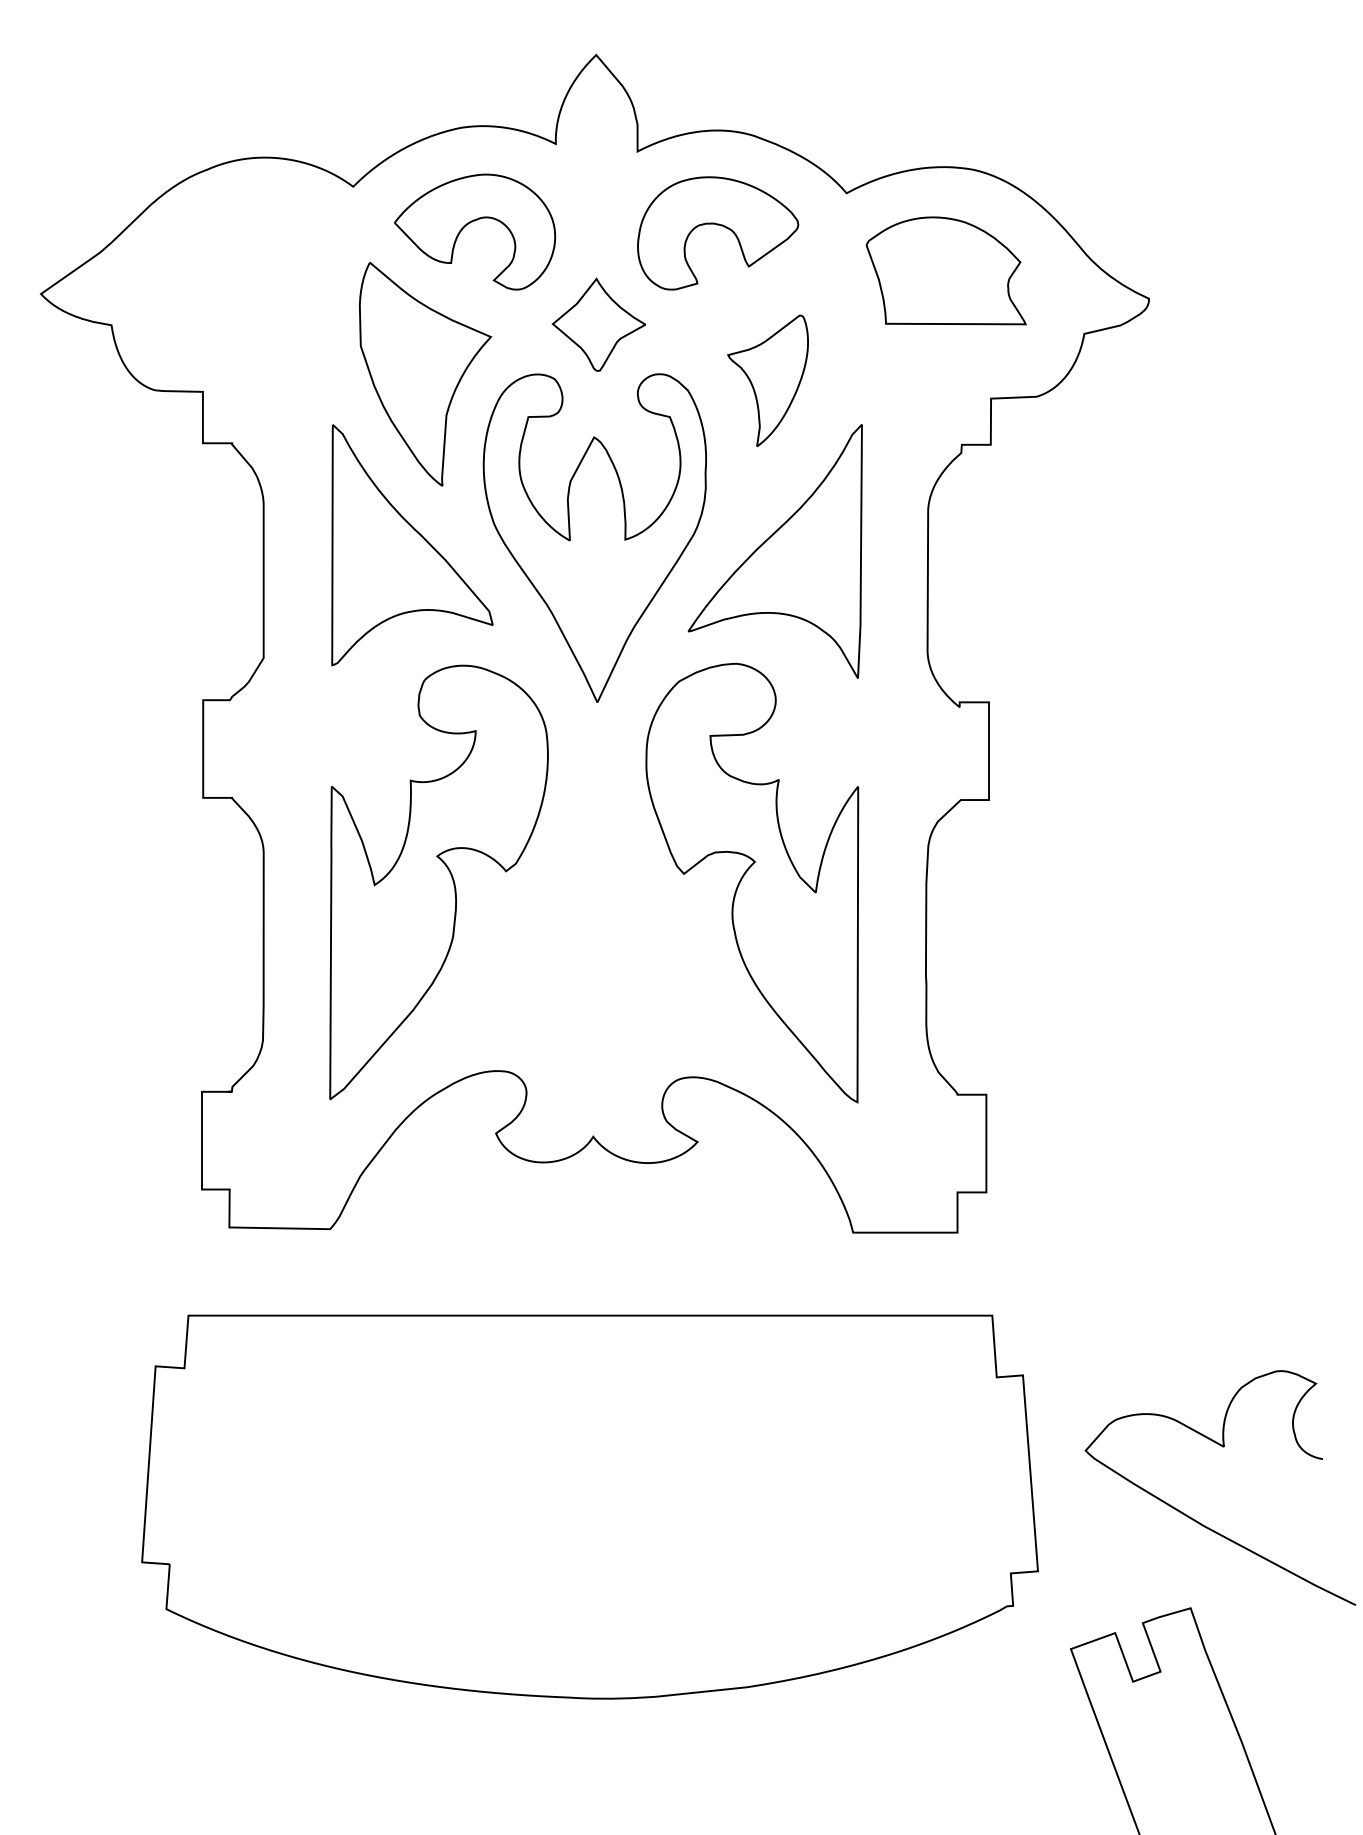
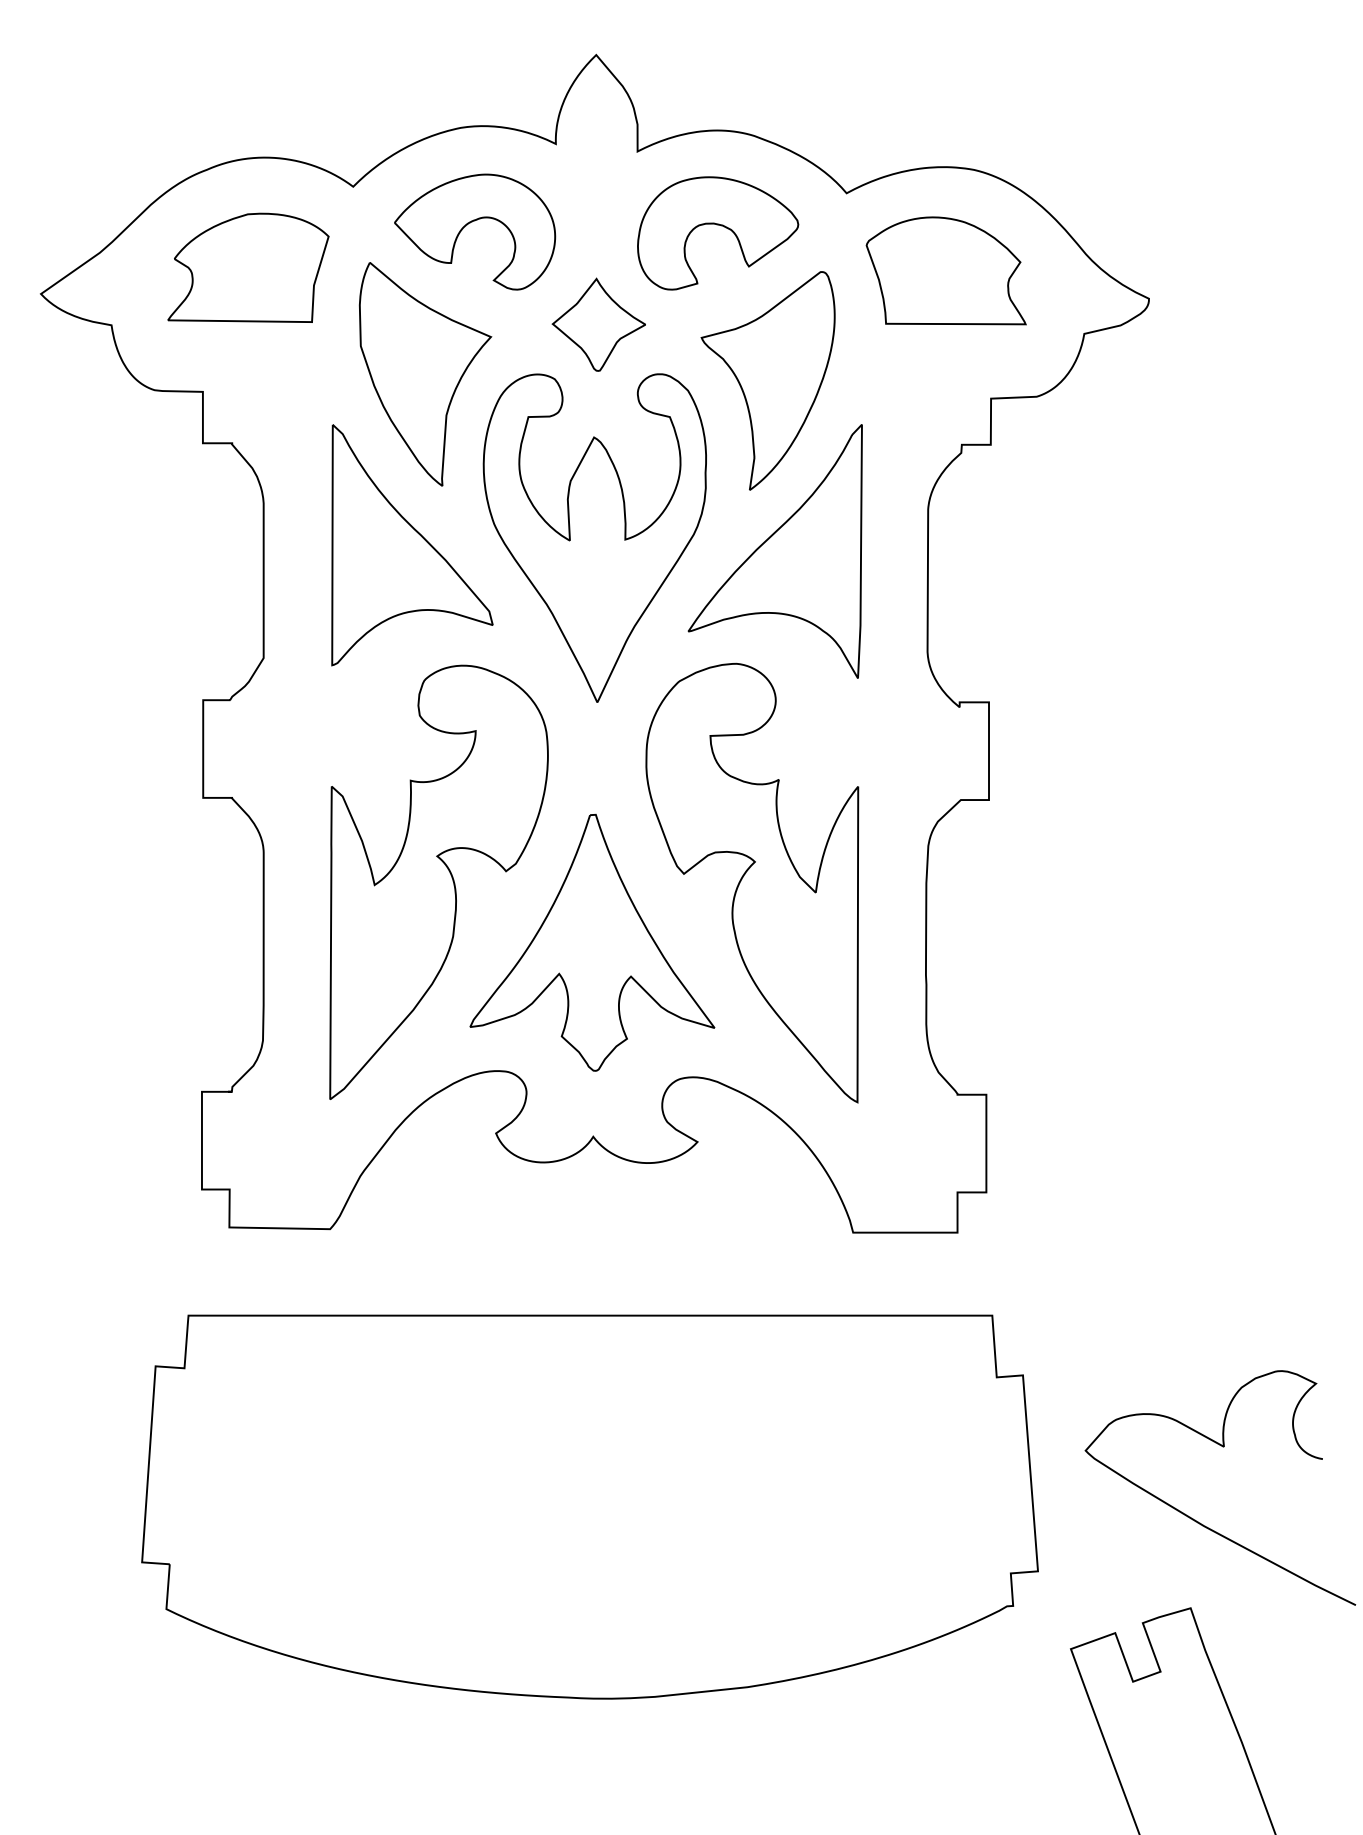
part at (248, 267): none -> present
part at (767, 380) size: 82x133 px -> 136x220 px
part at (592, 942): none -> present
